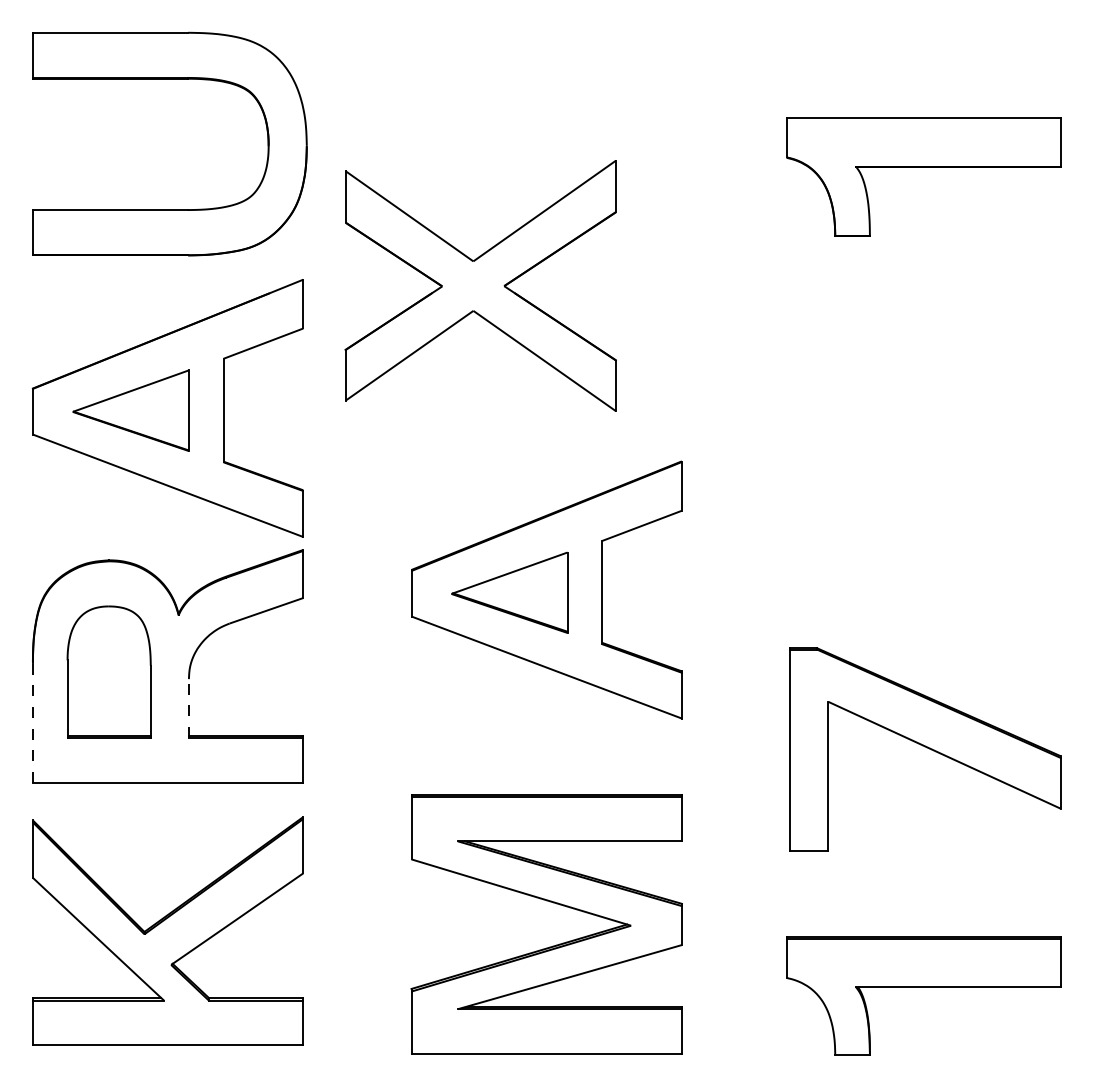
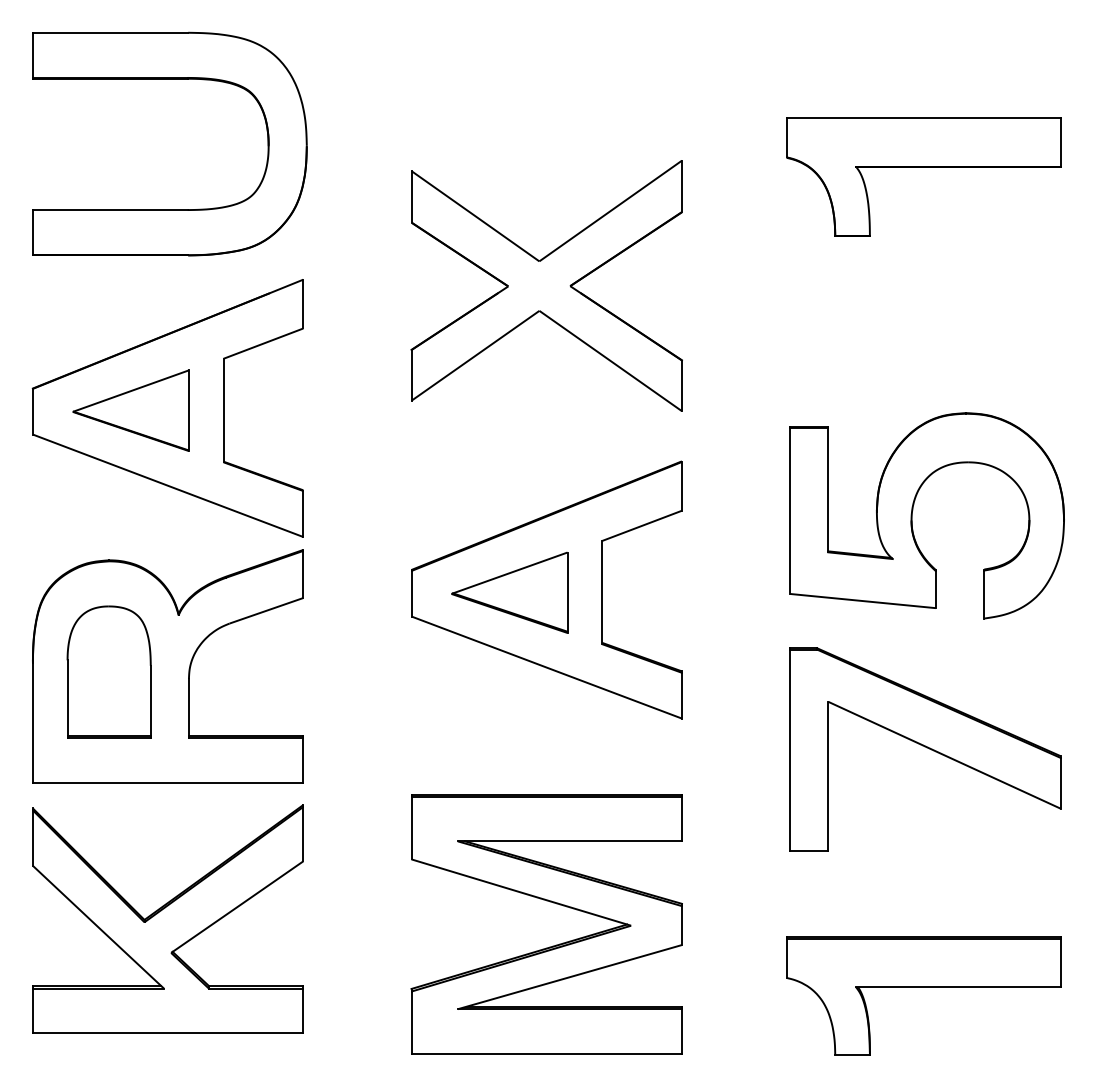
part at (480, 285) position: (480, 285) -> (546, 285)
part at (913, 510): none -> present
line at (188, 708): dashed -> solid
line at (32, 722): dashed -> solid
part at (167, 930) position: (167, 930) -> (167, 918)
